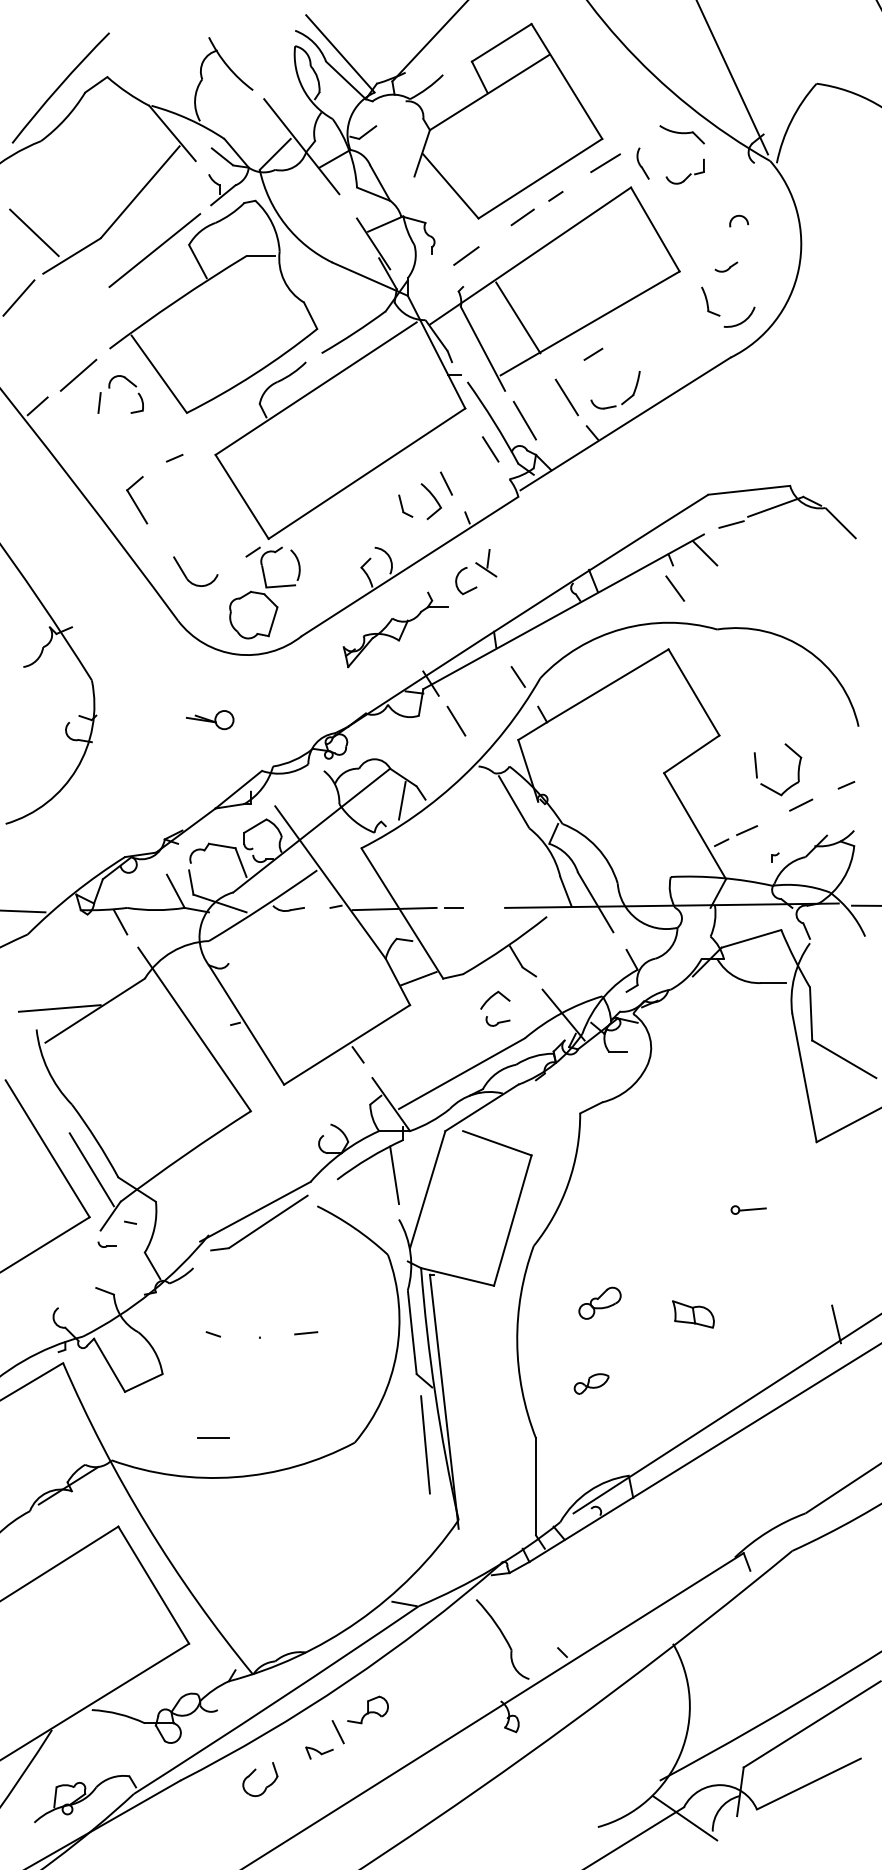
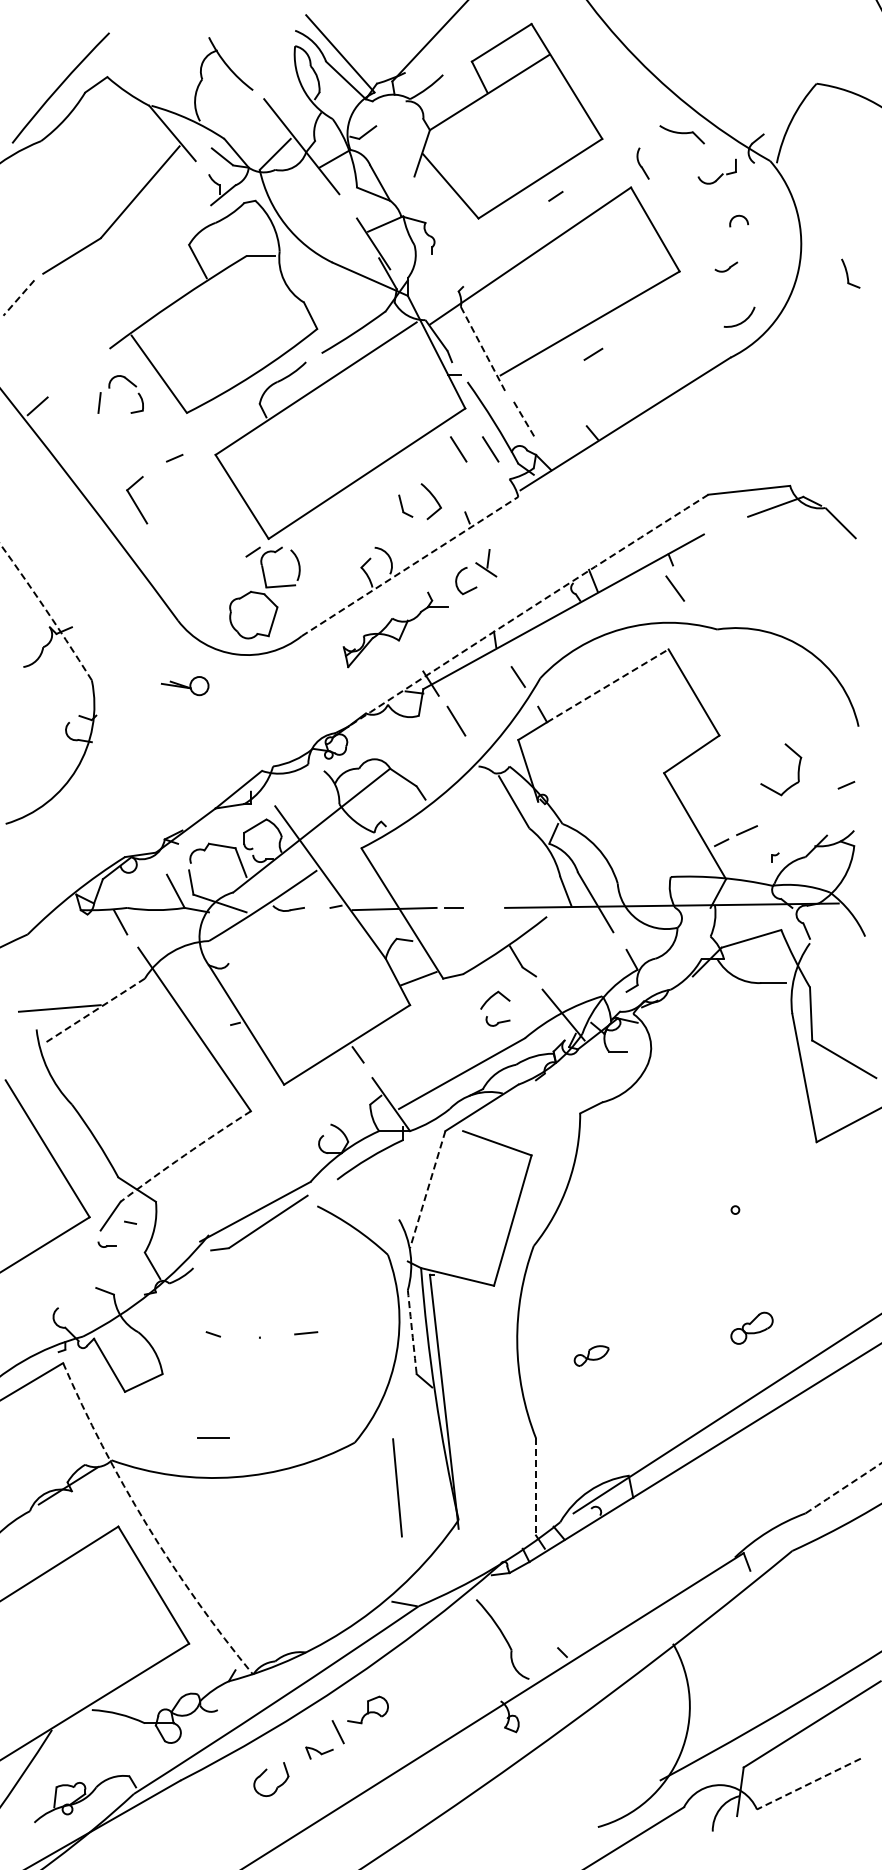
line at (732, 78): present -> none
line at (605, 163): present -> none
part at (684, 171) position: (684, 171) -> (716, 171)
line at (522, 217): present -> none
line at (34, 232): present -> none
line at (154, 250): present -> none
line at (466, 255): present -> none
line at (18, 298): solid -> dashed
part at (710, 301) position: (710, 301) -> (850, 273)
line at (518, 317): present -> none
line at (483, 349): solid -> dashed
line at (78, 374): present -> none
line at (566, 397): present -> none
part at (623, 401): present -> none
line at (524, 420): solid -> dashed
line at (458, 449): none -> present
line at (446, 483): present -> none
line at (731, 524): present -> none
line at (704, 553): present -> none
line at (410, 566): solid -> dashed
part at (186, 575): present -> none
arc at (527, 610): solid -> dashed
arc at (46, 611): solid -> dashed
line at (607, 685): solid -> dashed
part at (210, 720) position: (210, 720) -> (185, 686)
line at (755, 765): present -> none
line at (402, 800): present -> none
line at (801, 804): present -> none
line at (865, 905): present -> none
line at (23, 911): present -> none
line at (94, 1010): solid -> dashed
arc at (184, 1155): solid -> dashed
line at (91, 1169): present -> none
line at (394, 1175): present -> none
line at (427, 1190): solid -> dashed
line at (752, 1209): present -> none
part at (599, 1302) position: (599, 1302) -> (751, 1327)
part at (693, 1314): present -> none
line at (836, 1324): present -> none
arc at (412, 1332): solid -> dashed
part at (591, 1383) position: (591, 1383) -> (591, 1355)
line at (425, 1444) position: (425, 1444) -> (397, 1487)
line at (536, 1486): solid -> dashed
arc at (844, 1487): solid -> dashed
arc at (147, 1525): solid -> dashed
line at (808, 1784): solid -> dashed
part at (267, 1785) position: (267, 1785) -> (278, 1785)
line at (685, 1818): present -> none
